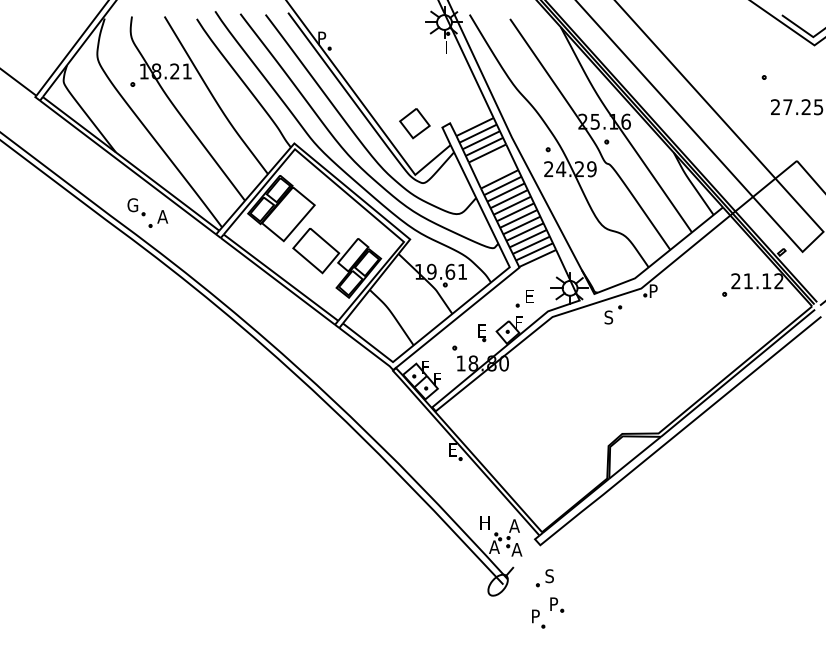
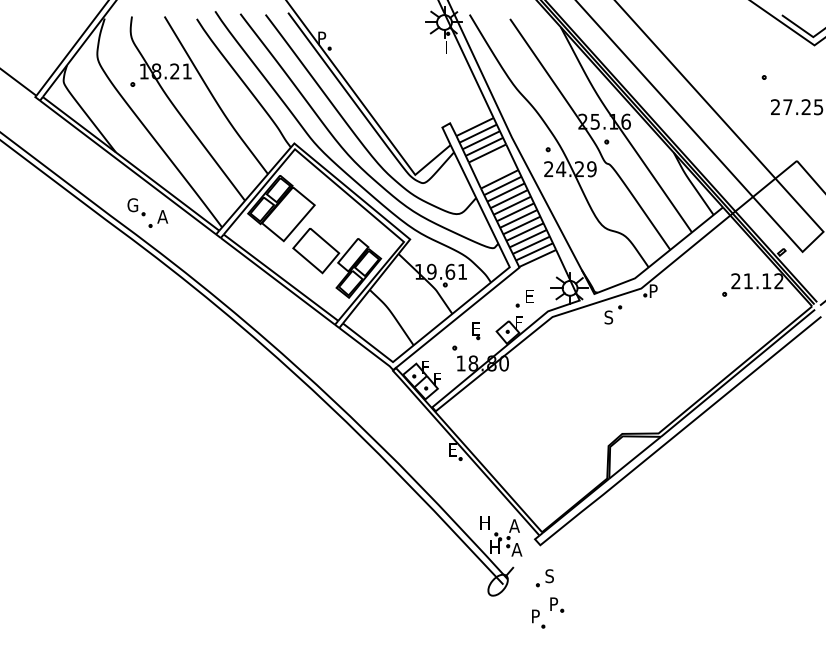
part at (414, 123): present -> none
part at (482, 333) position: (482, 333) -> (476, 331)
text at (494, 546): A -> H
